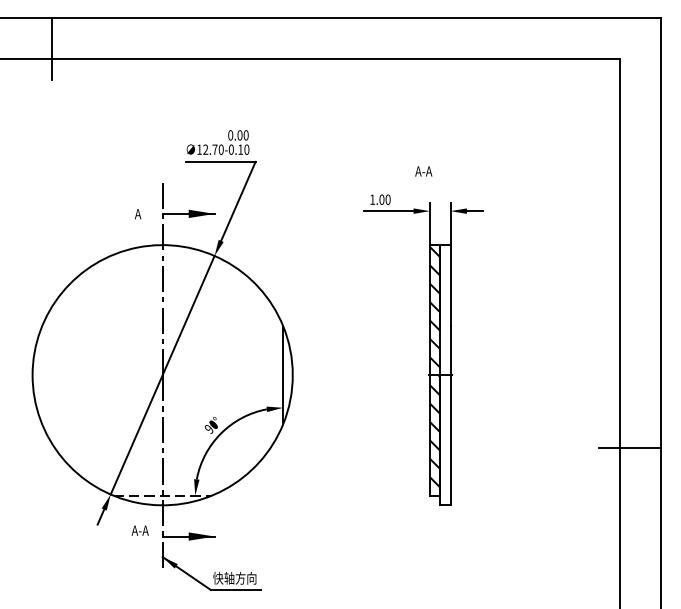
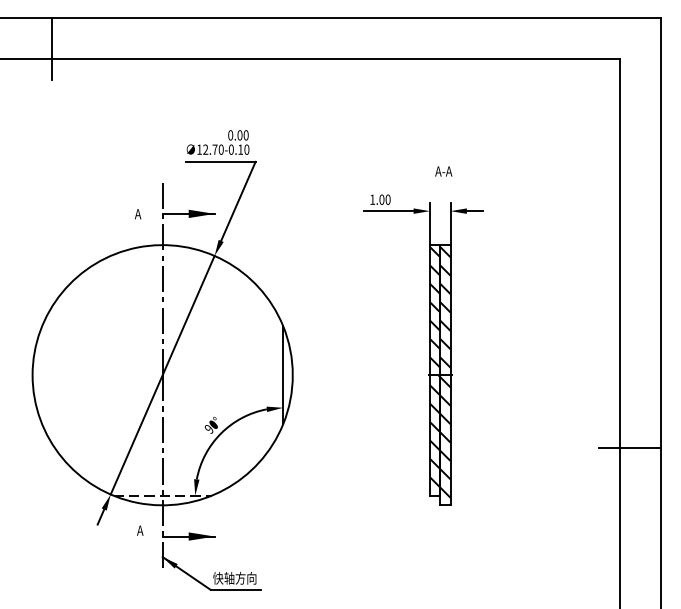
text at (423, 171) position: (423, 171) -> (443, 171)
hatch at (445, 307): none -> present
hatch at (445, 437): none -> present
text at (139, 530): A-A -> A
